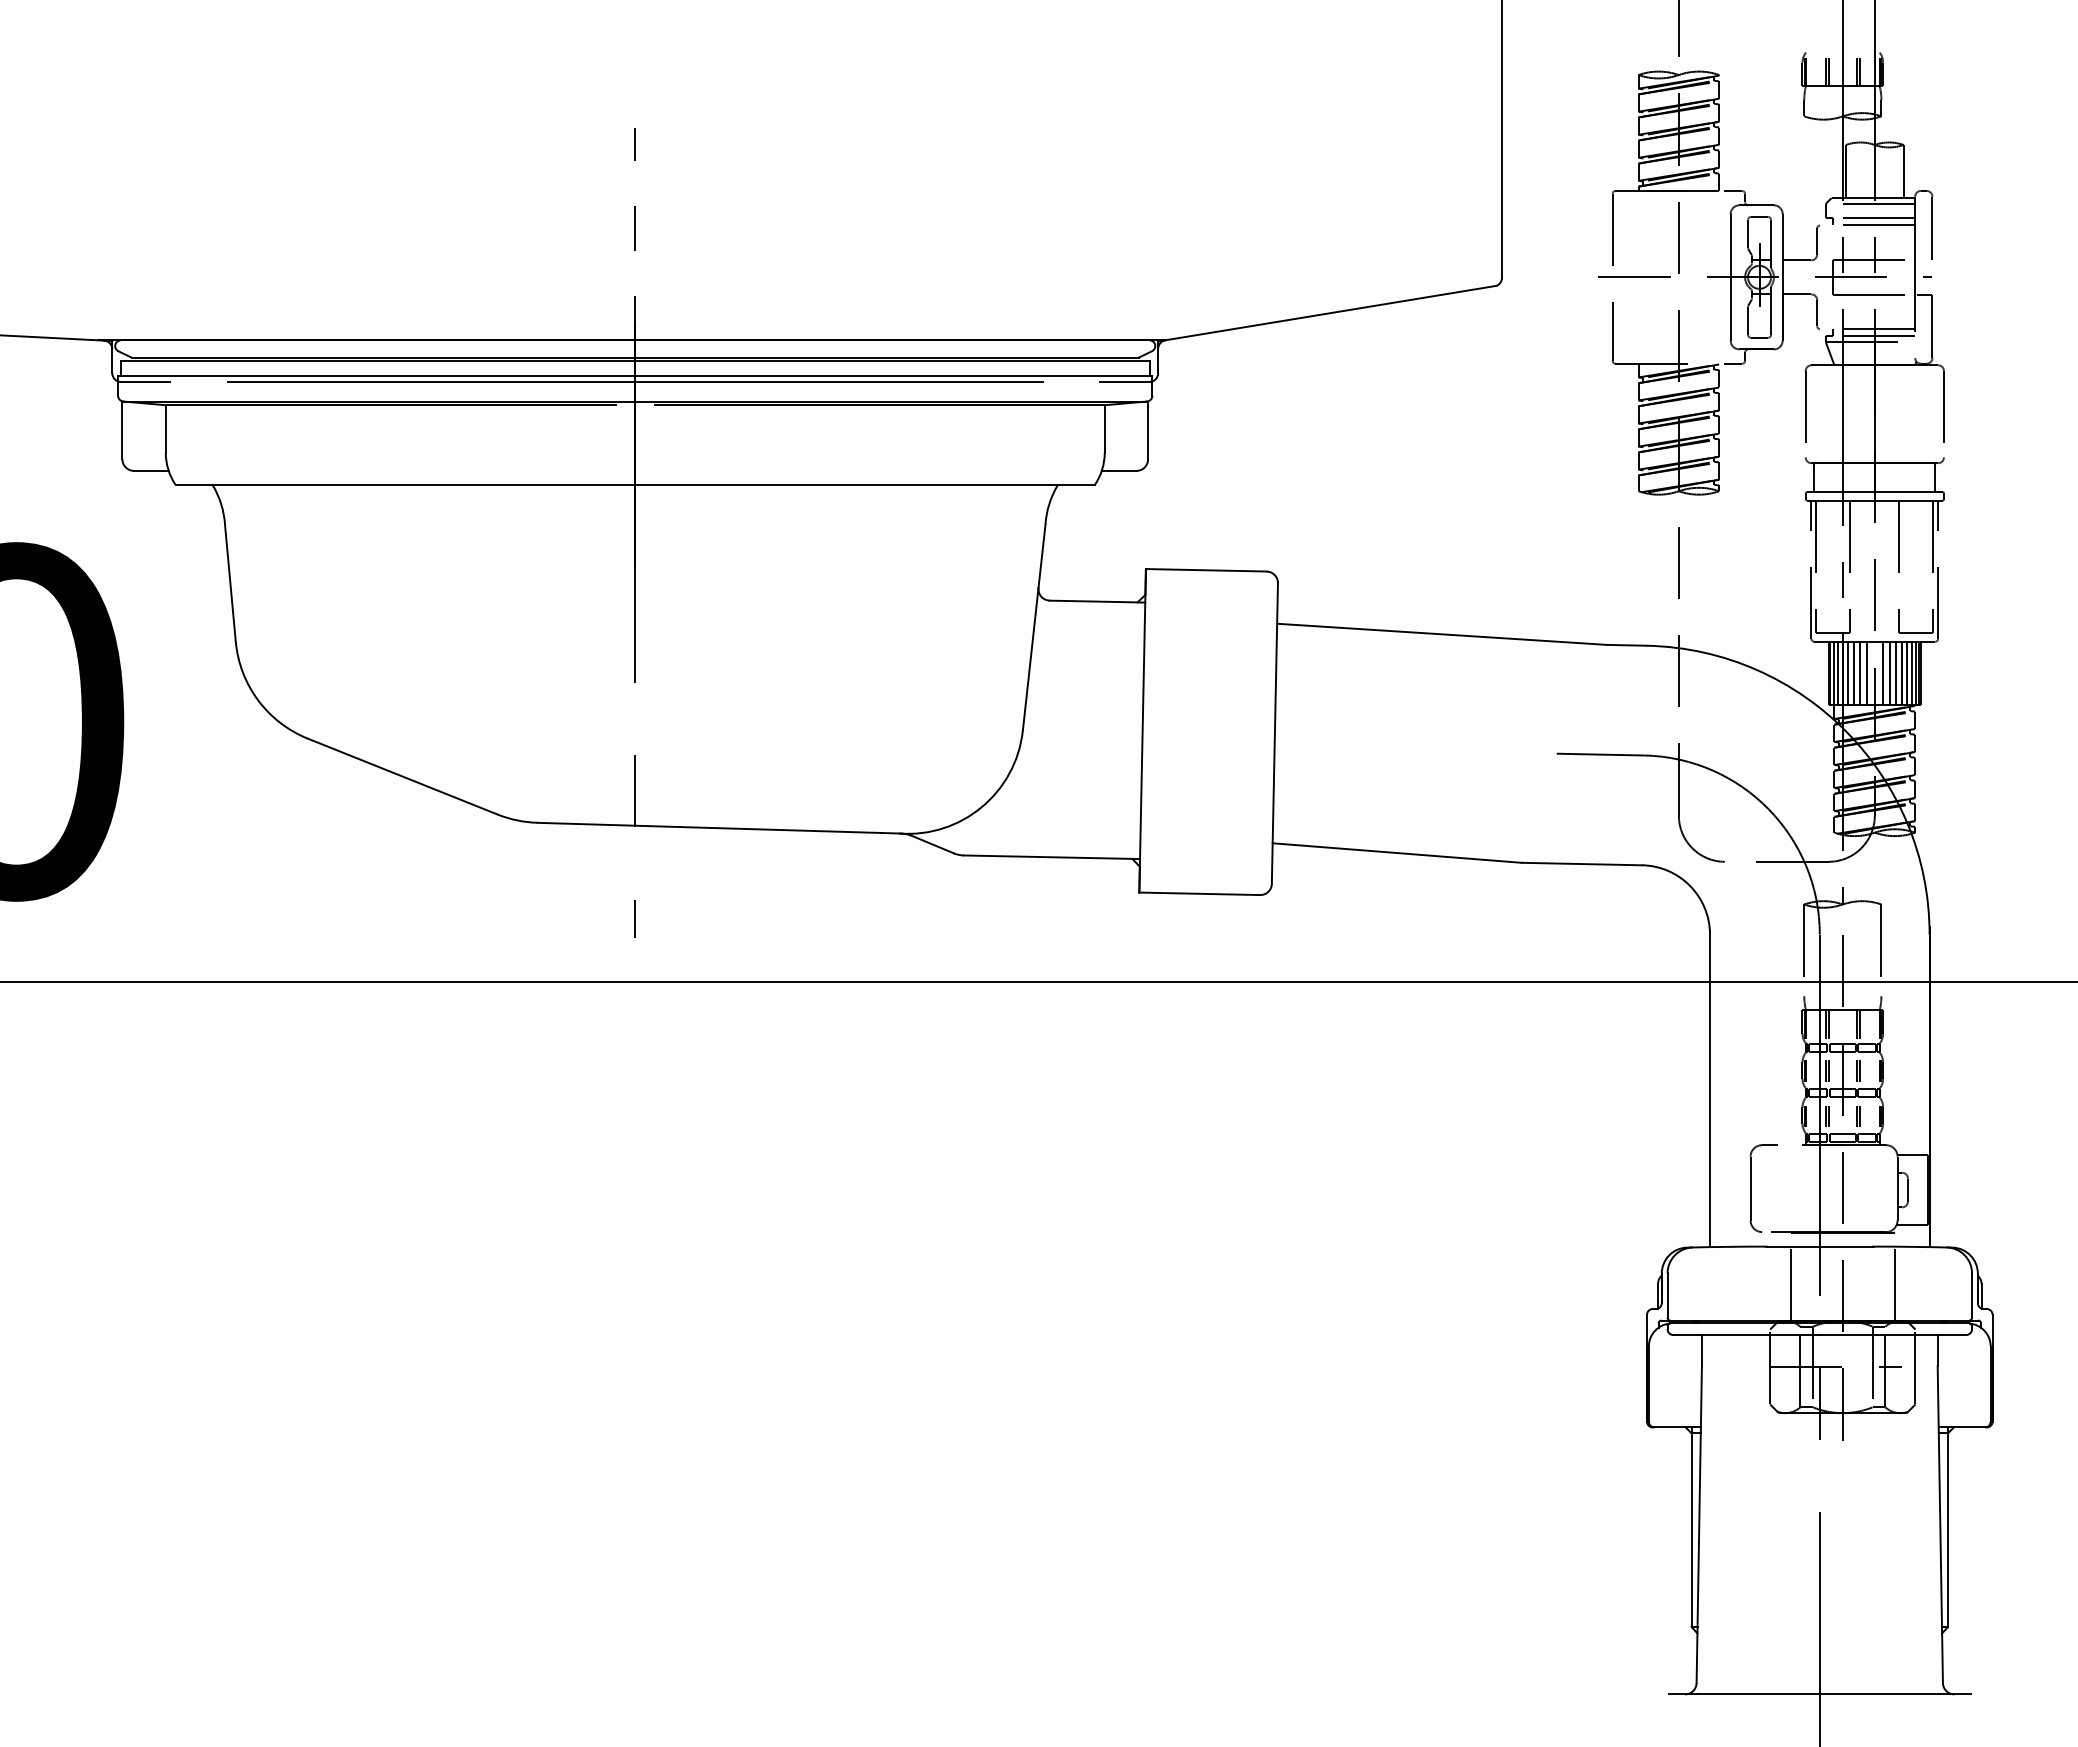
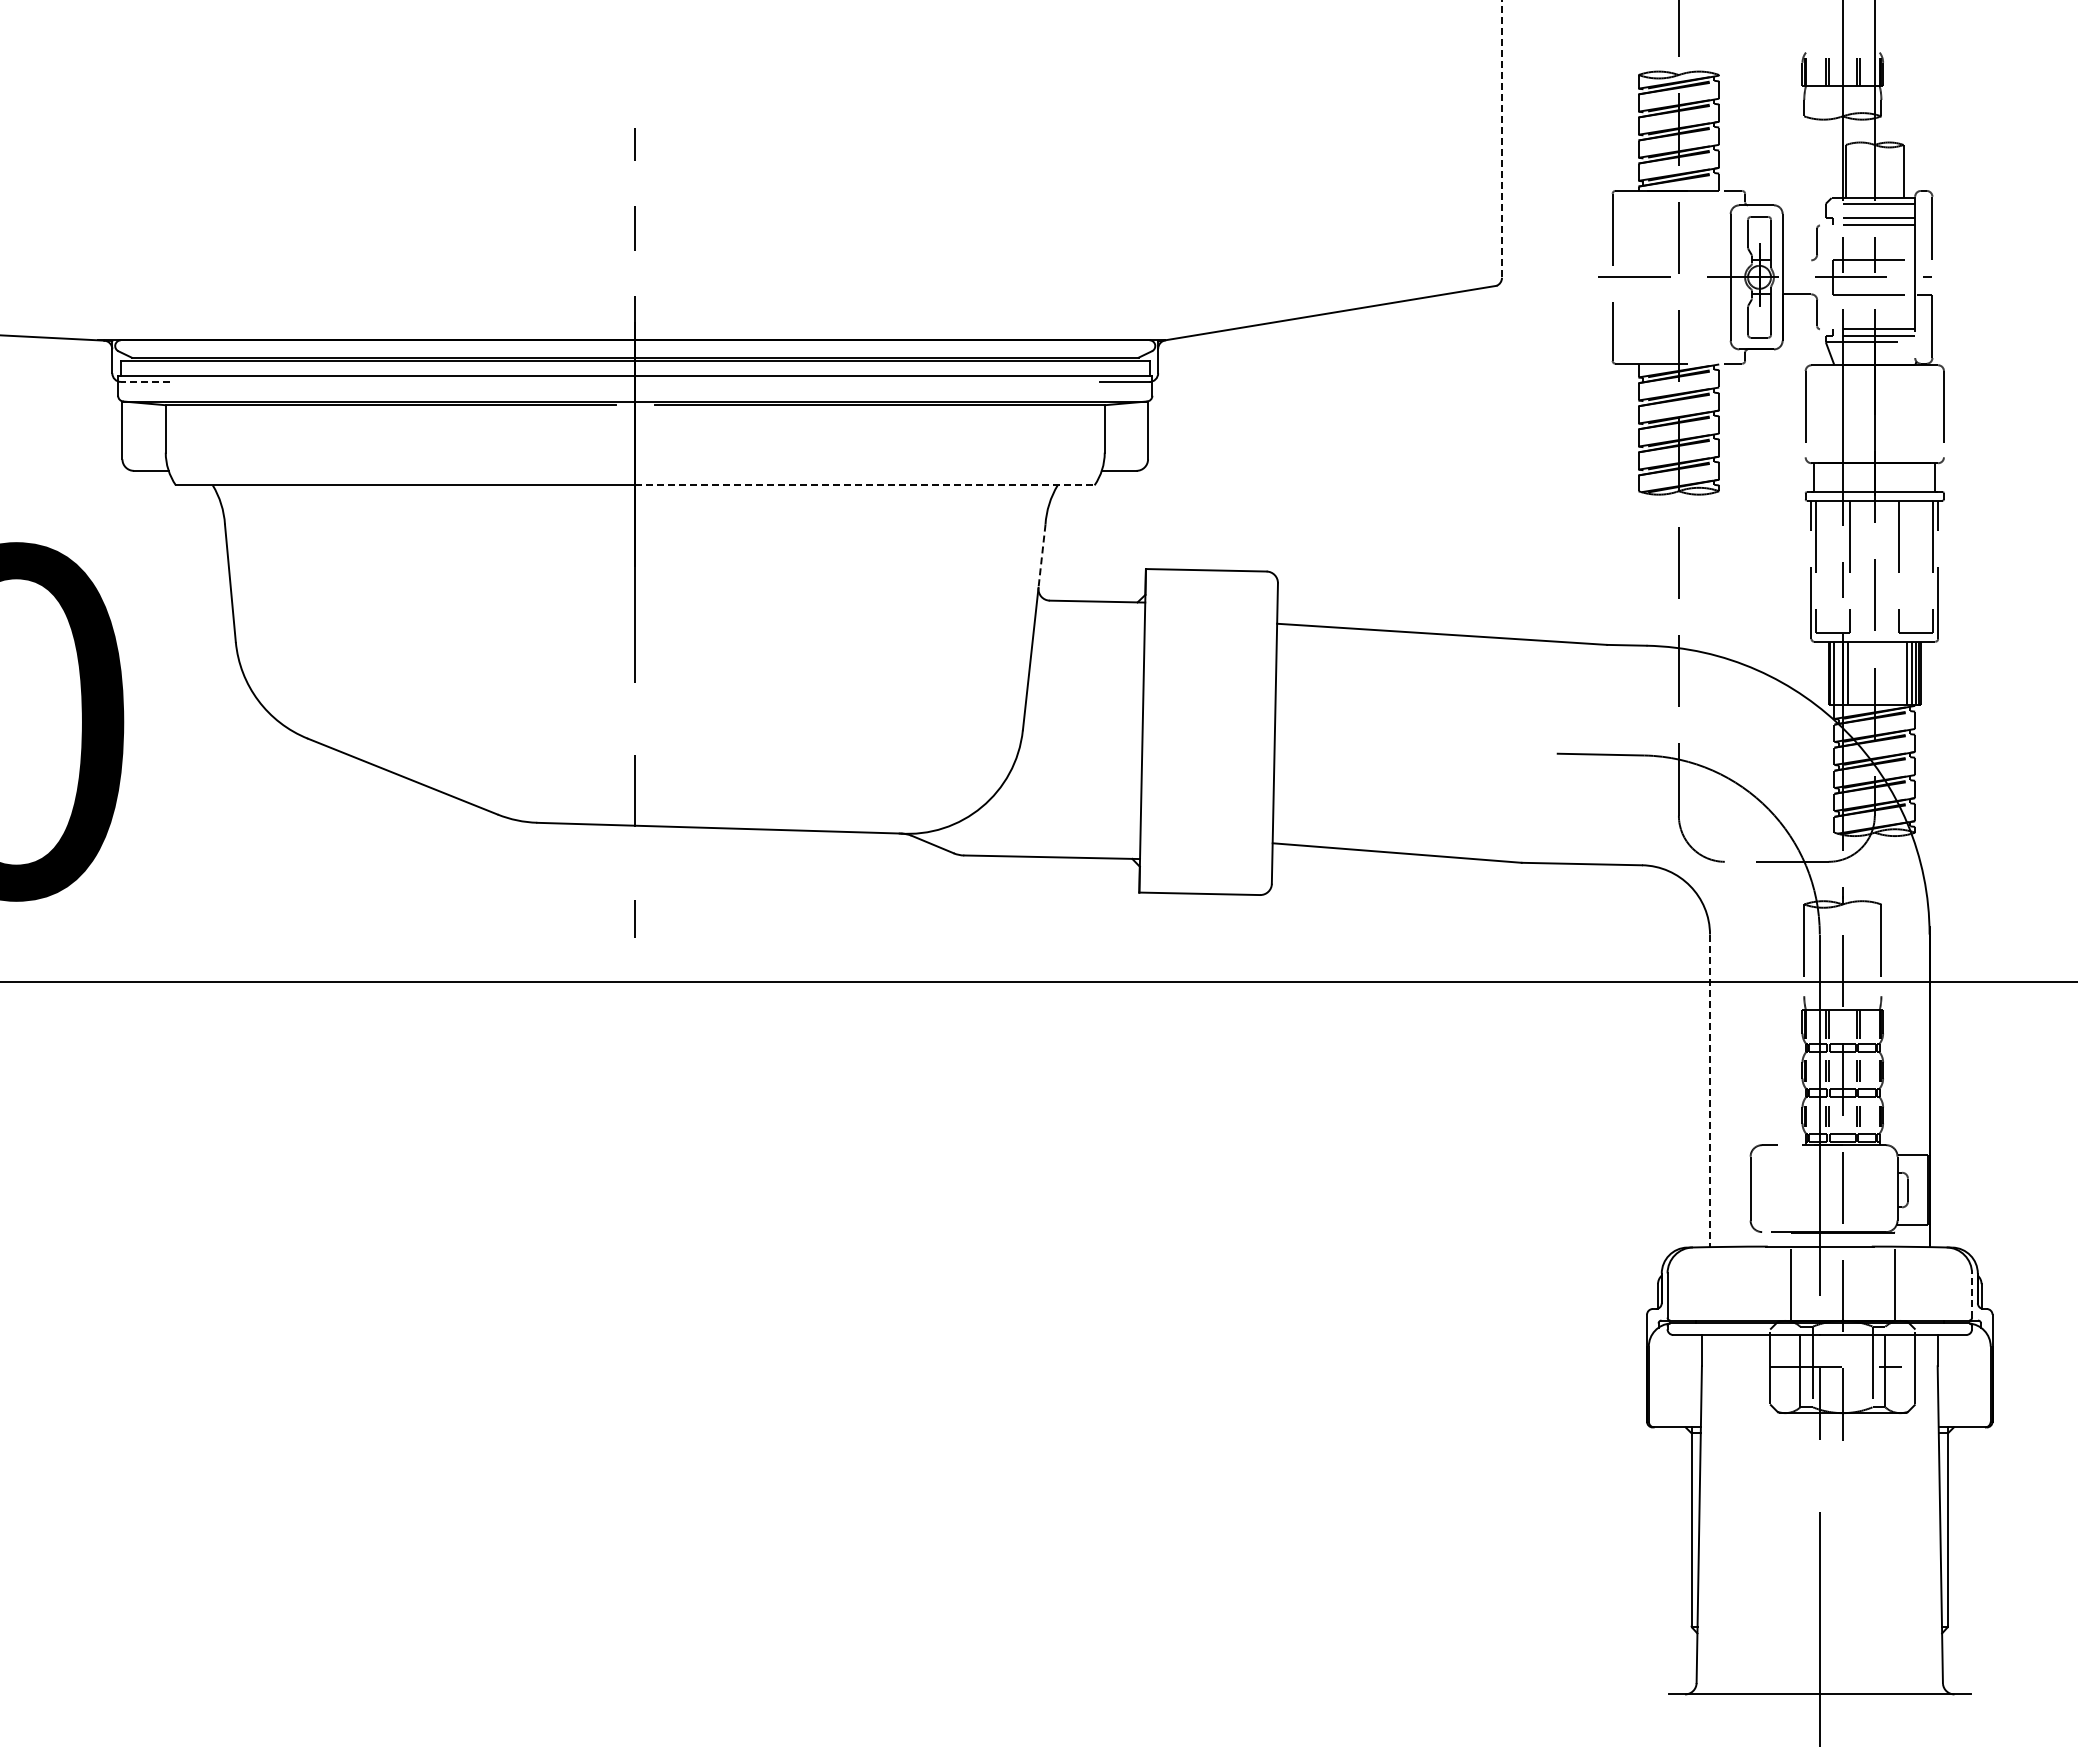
line at (1502, 138): solid -> dashed
line at (1796, 260): present -> none
line at (145, 381): solid -> dashed
line at (634, 381): present -> none
line at (864, 485): solid -> dashed
line at (1042, 556): solid -> dashed
line at (1837, 673): present -> none
line at (1853, 673): present -> none
line at (1859, 673): present -> none
line at (1866, 673): present -> none
line at (1882, 673): present -> none
line at (1889, 673): present -> none
line at (1896, 673): present -> none
line at (1901, 673): present -> none
line at (1710, 1091): solid -> dashed
line at (1972, 1295): solid -> dashed
